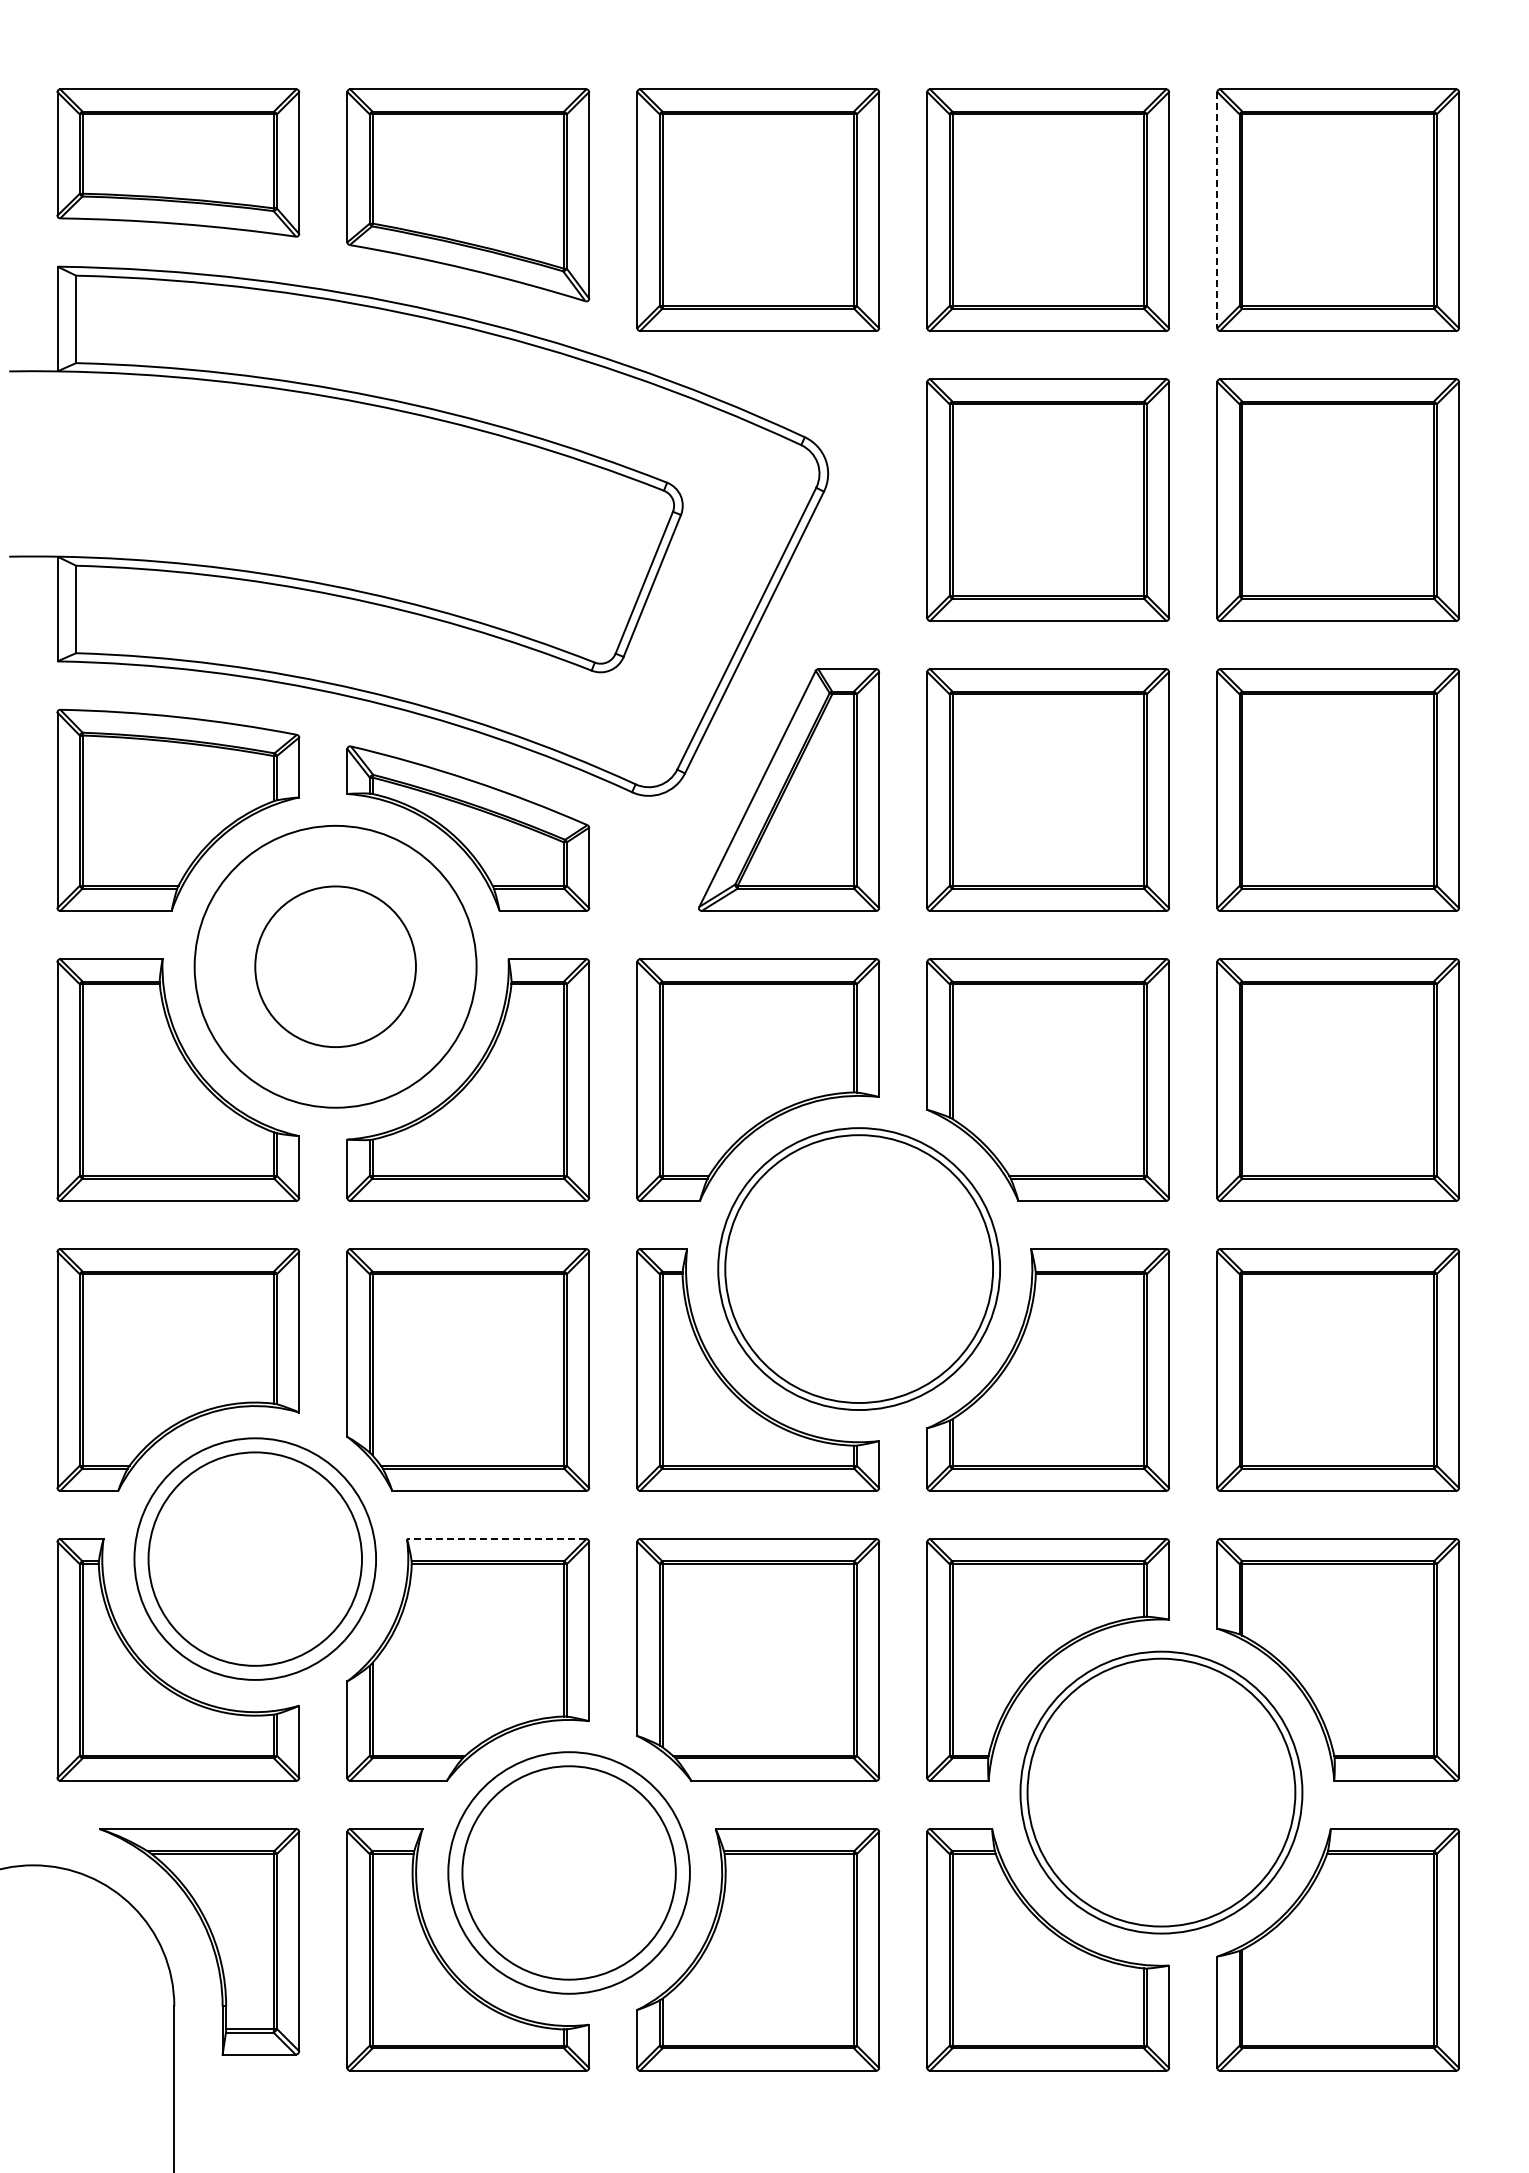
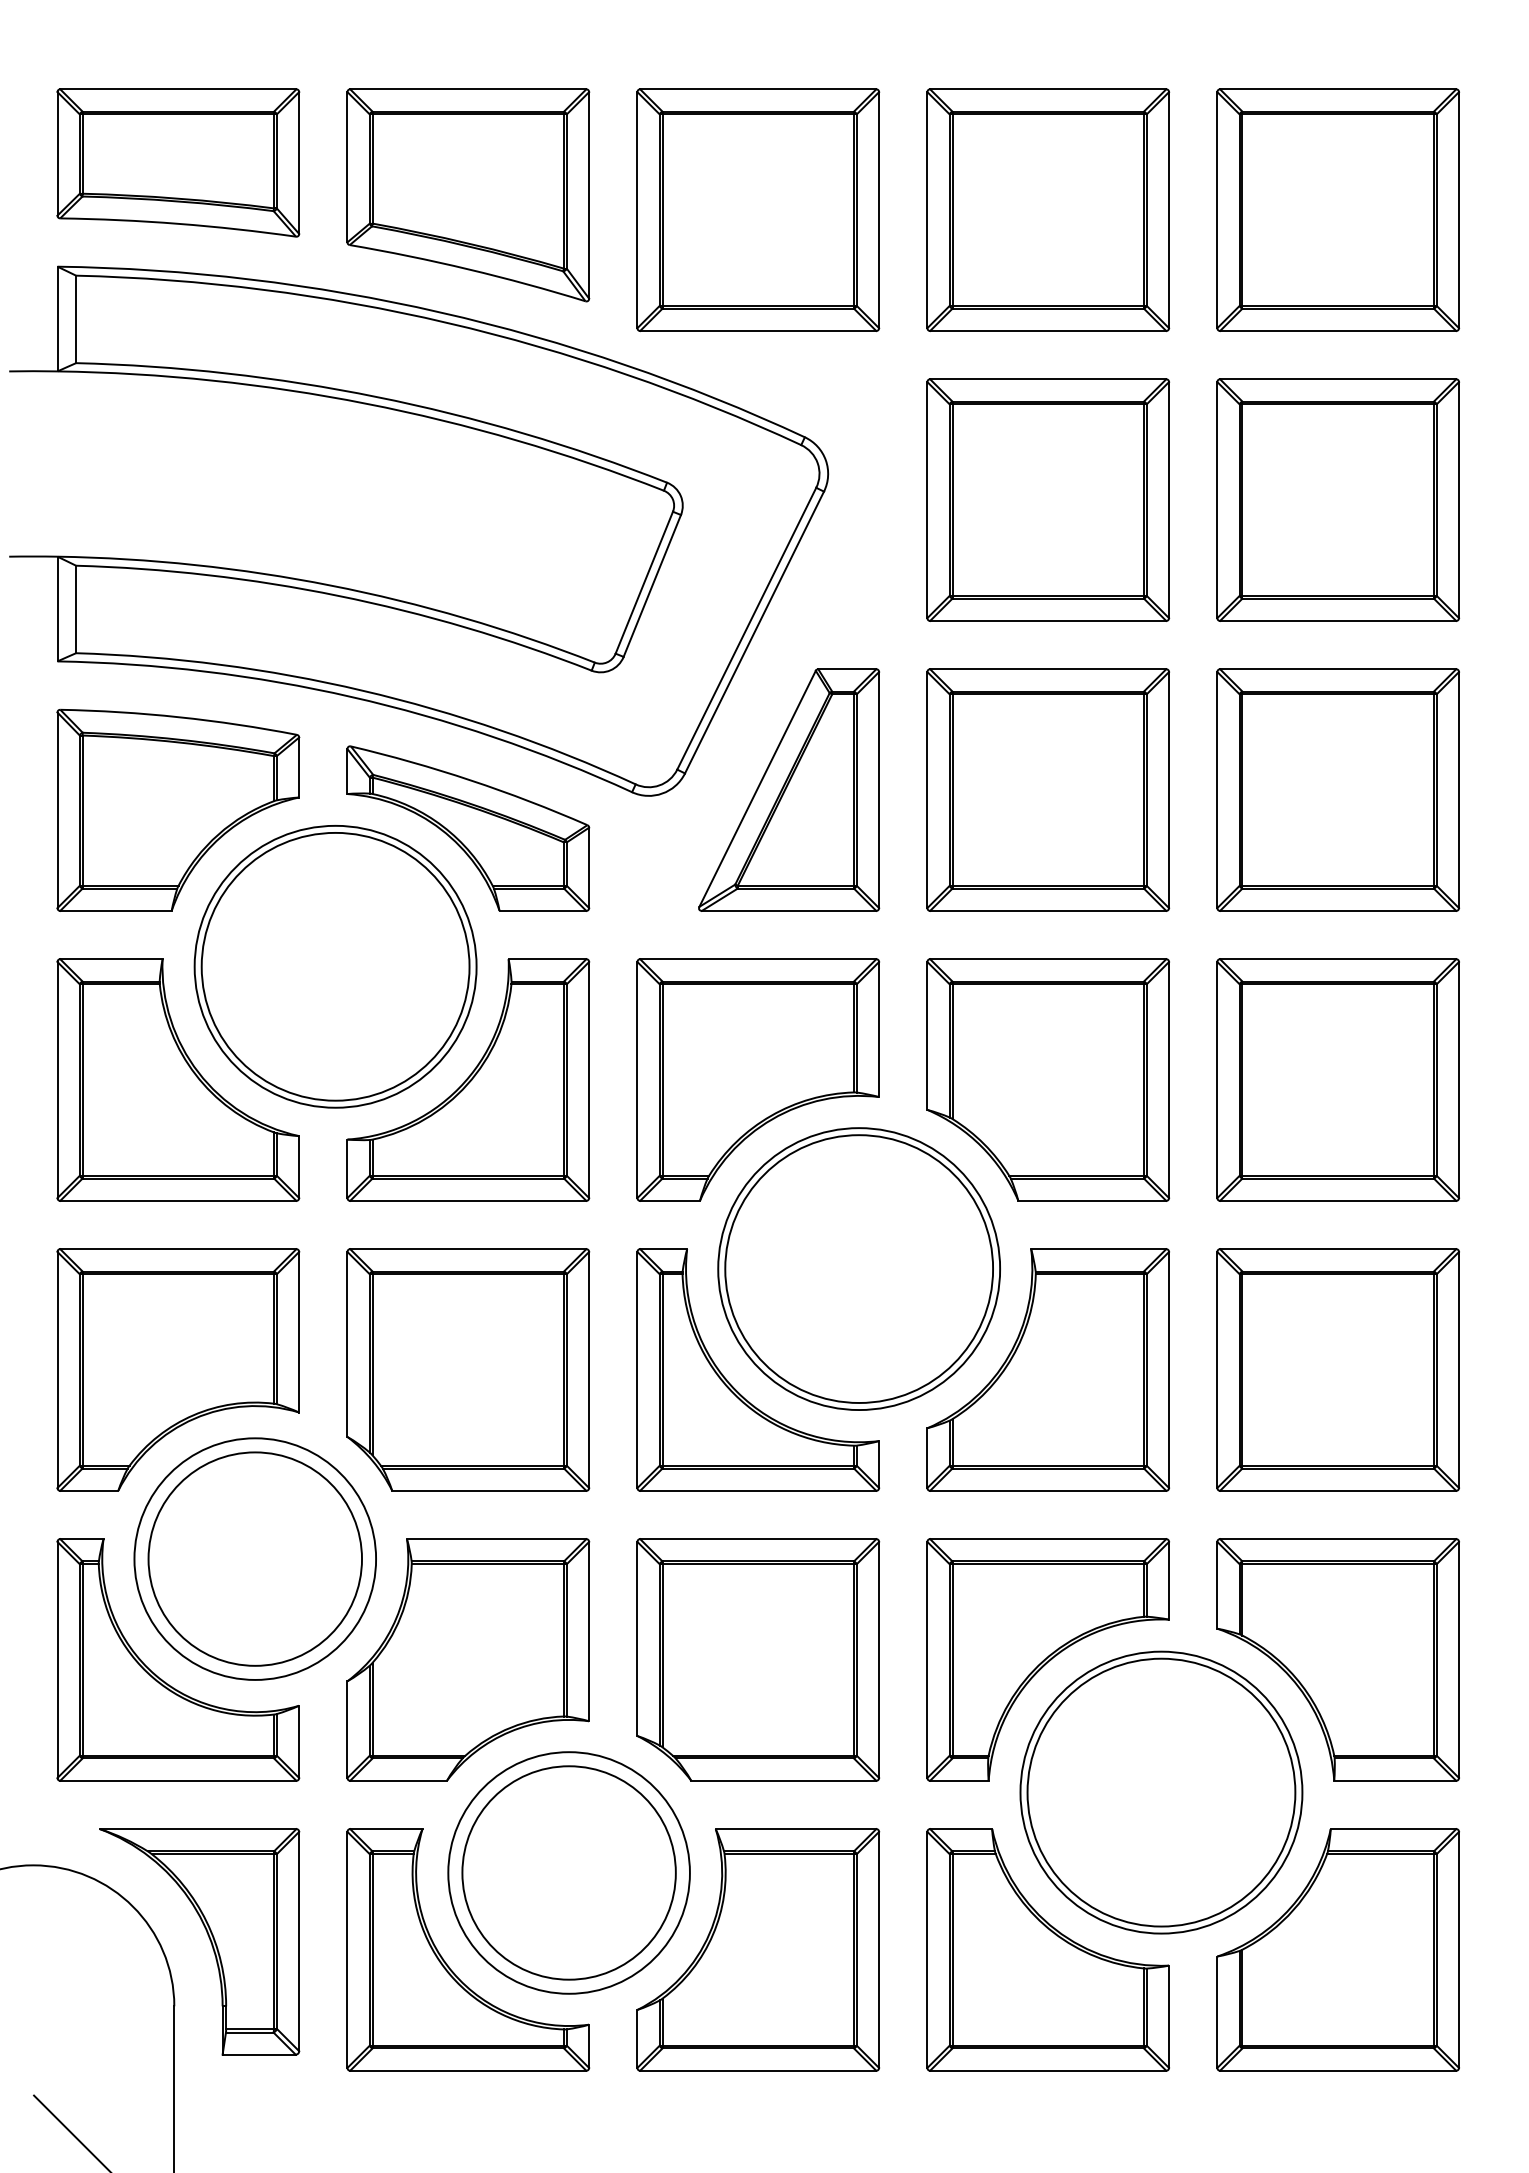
line at (1217, 210): dashed -> solid
circle at (335, 966) diameter: 161 px -> 268 px
line at (496, 1539): dashed -> solid
line at (70, 2131): none -> present
